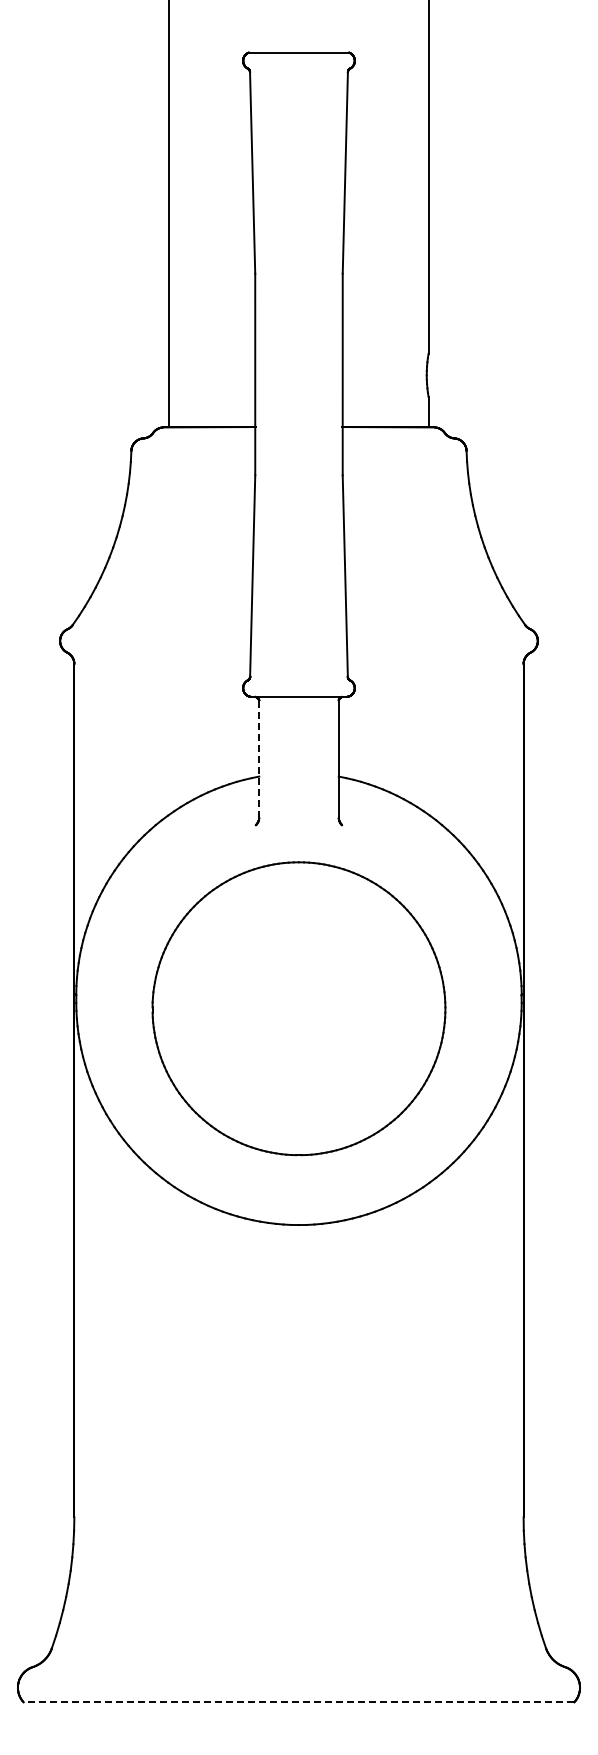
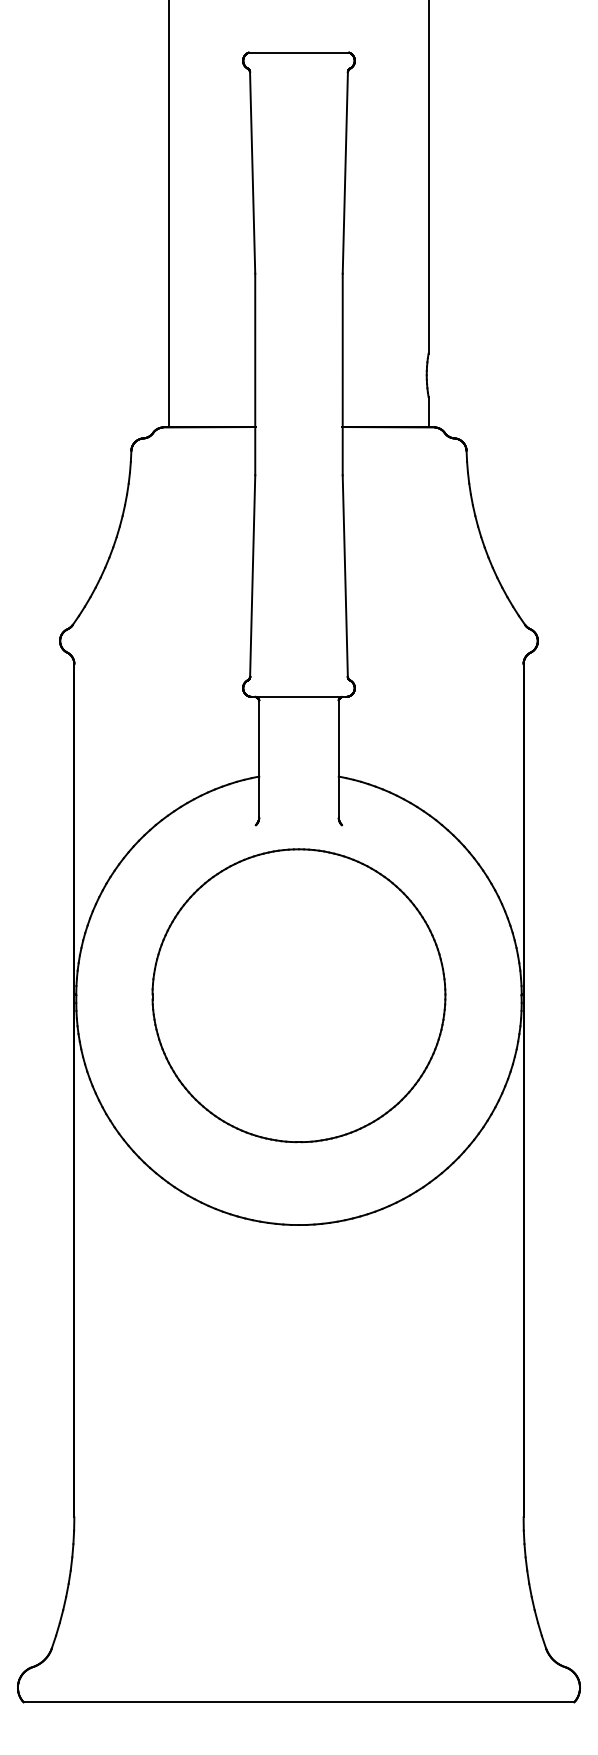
line at (259, 759): dashed -> solid
part at (298, 1008) position: (298, 1008) -> (298, 995)
line at (298, 1702): dashed -> solid
